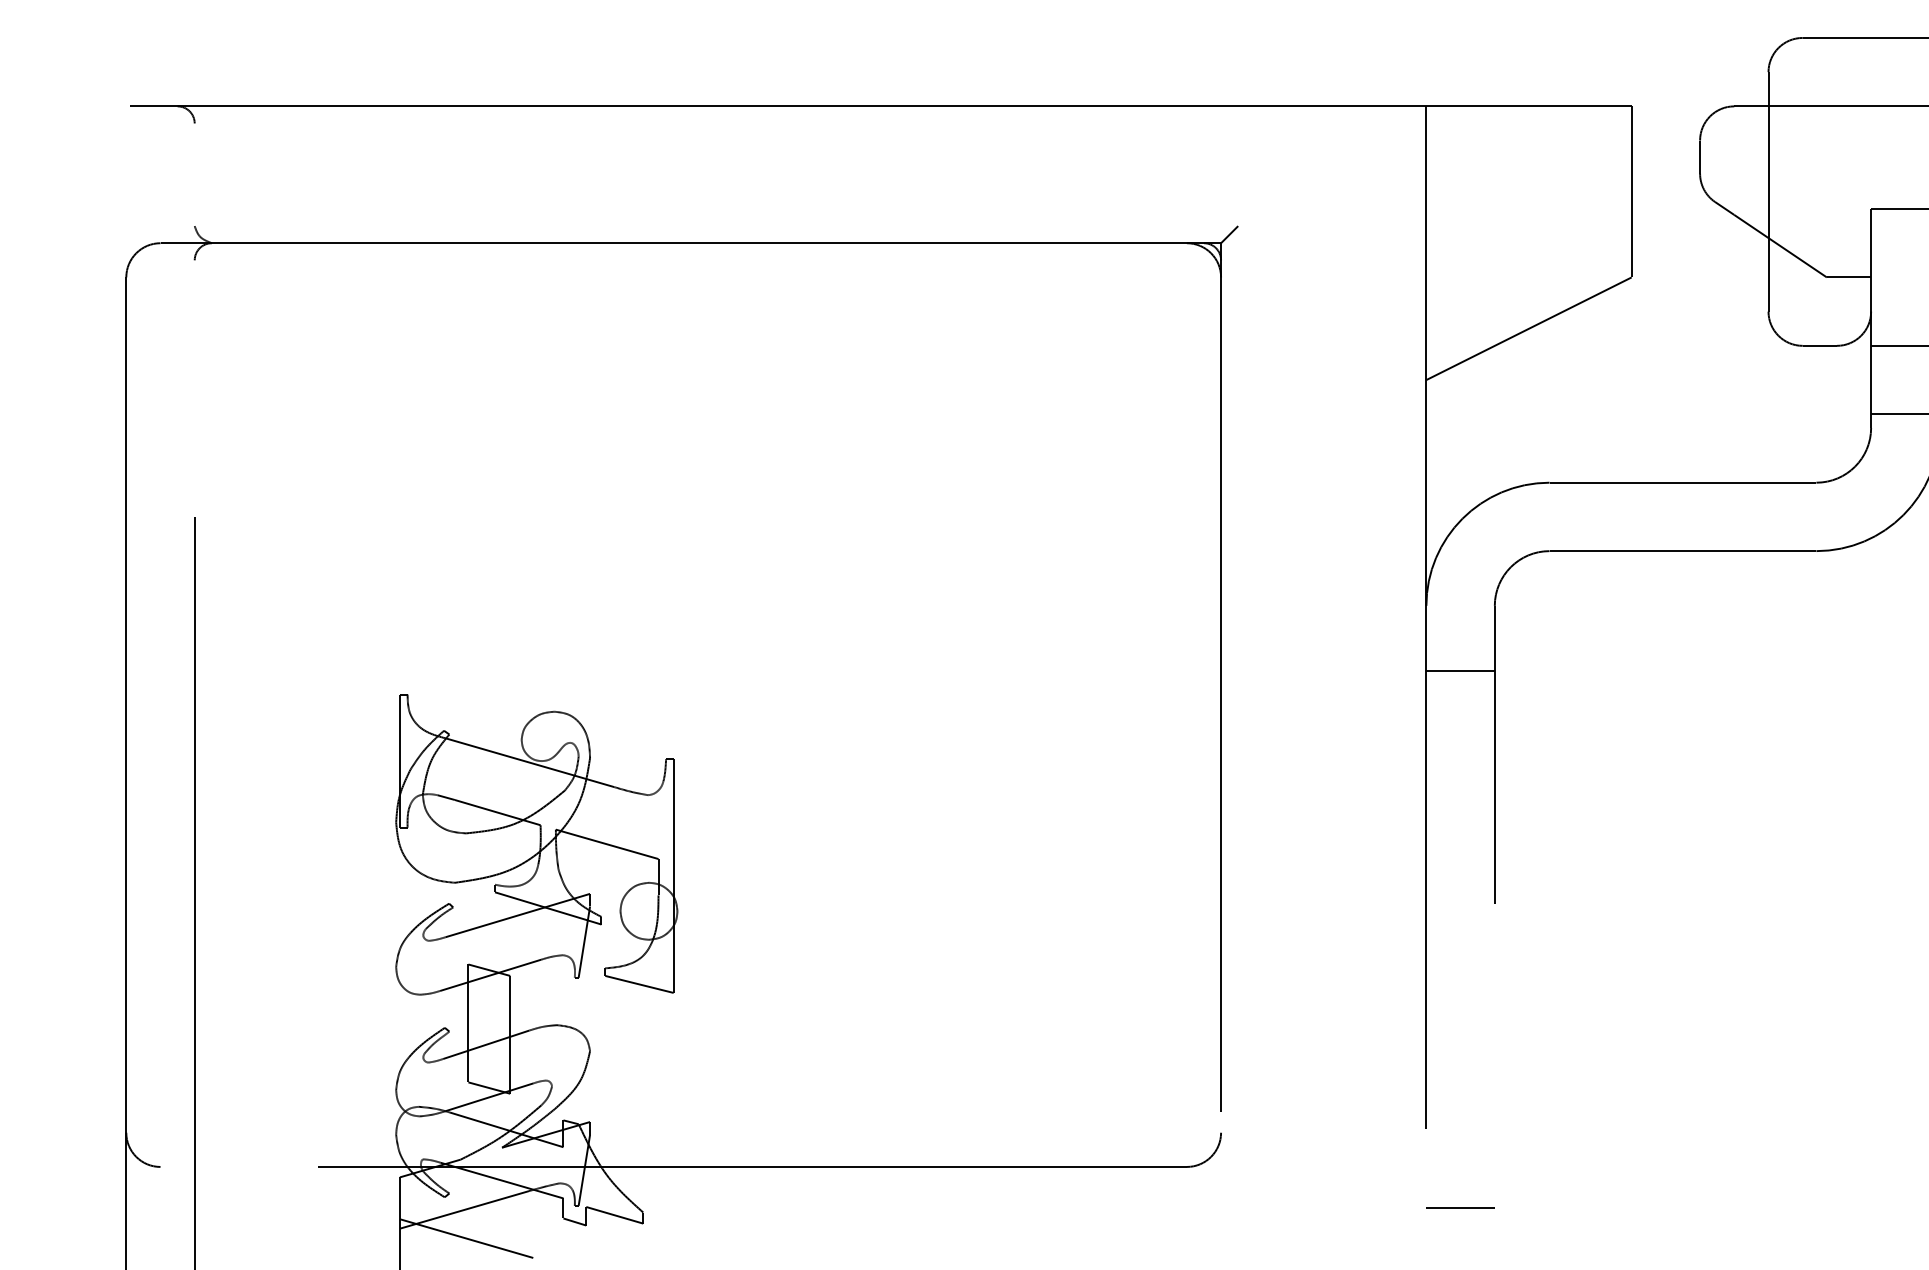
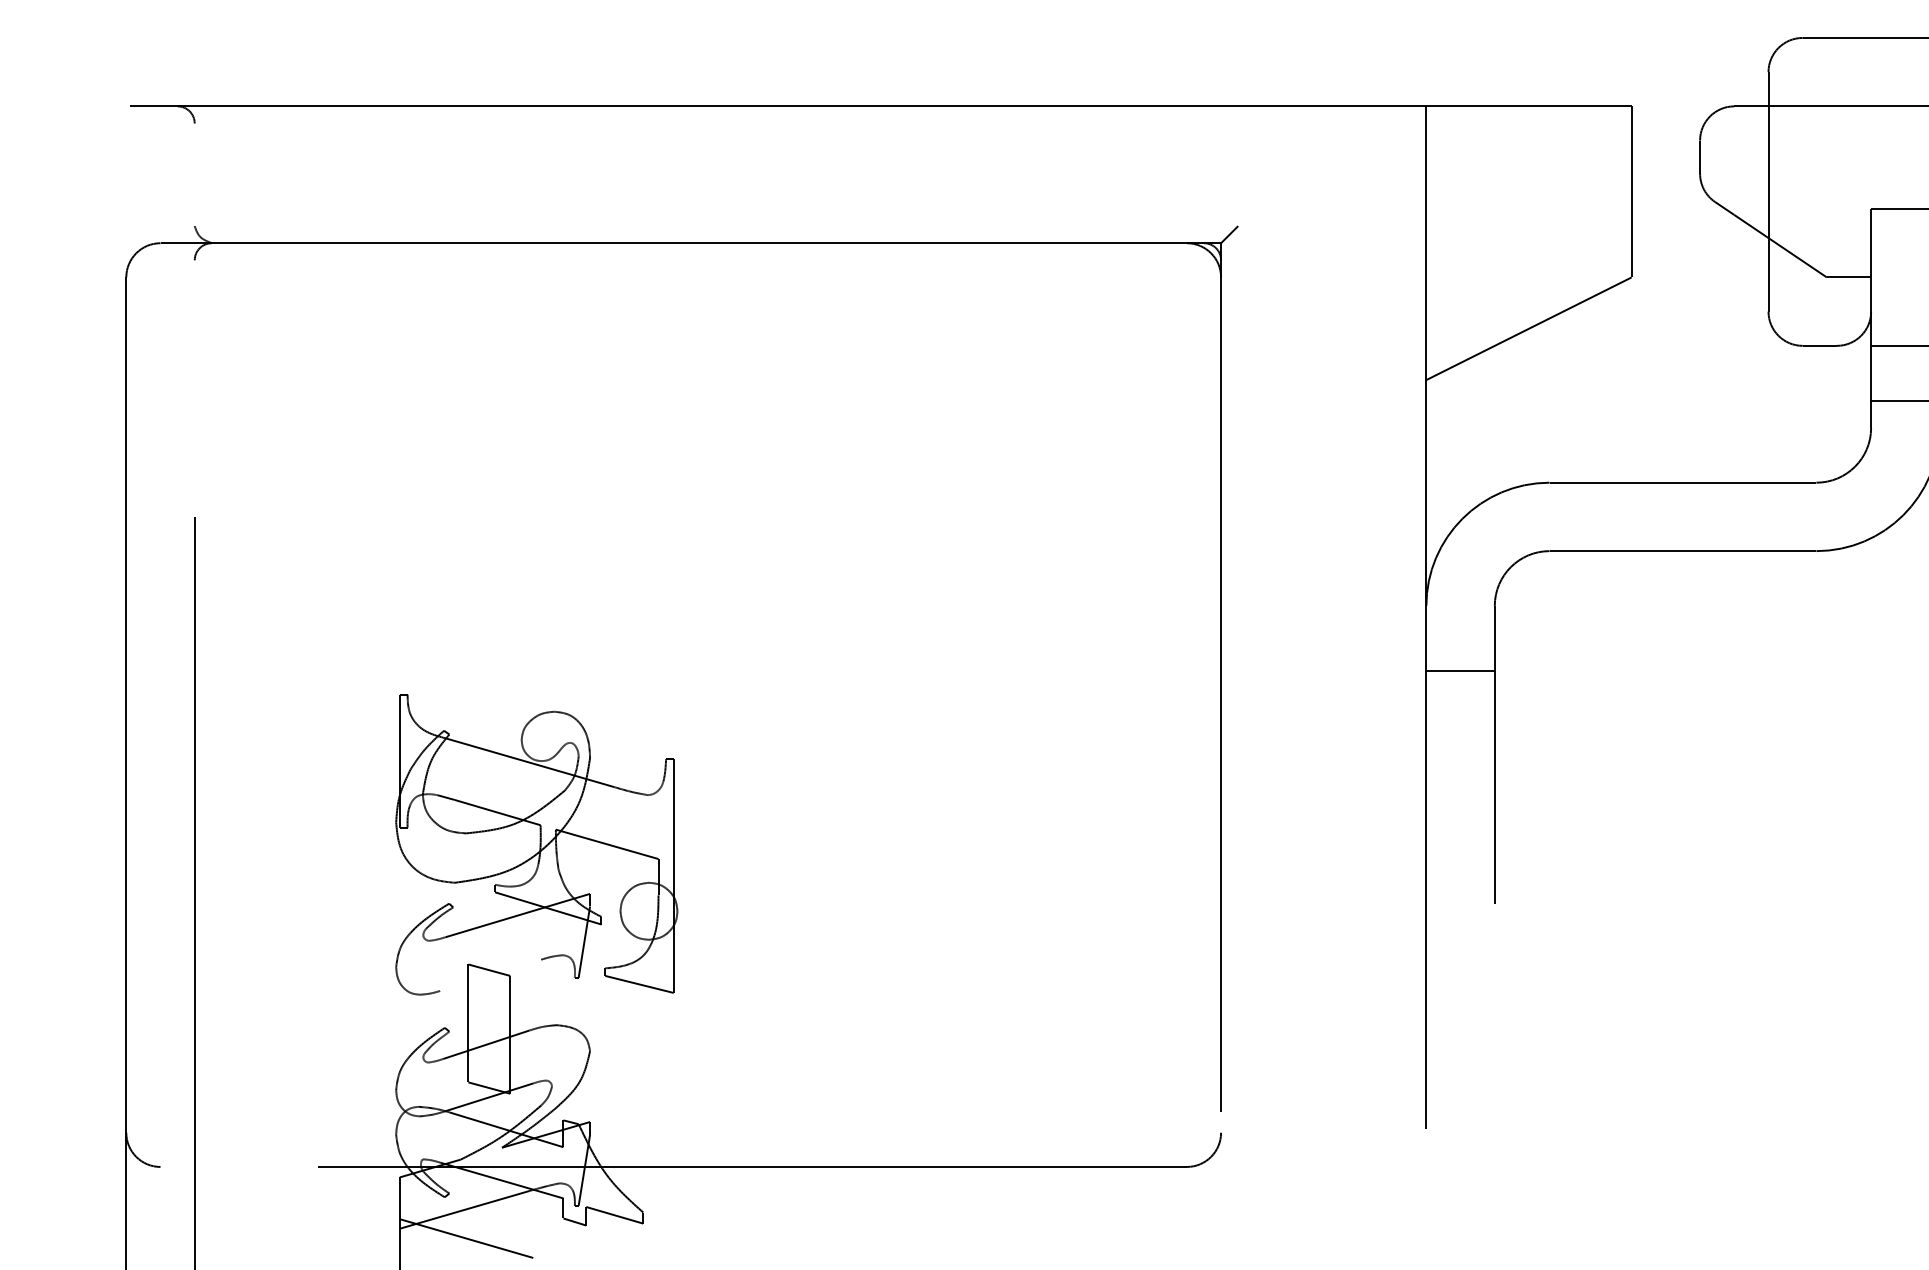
line at (1898, 414) position: (1898, 414) -> (1898, 401)
line at (490, 974): present -> none
line at (1460, 1207): present -> none
